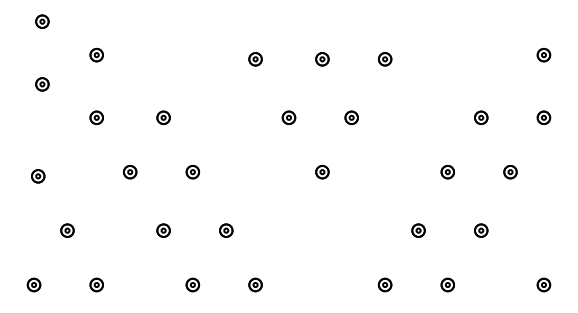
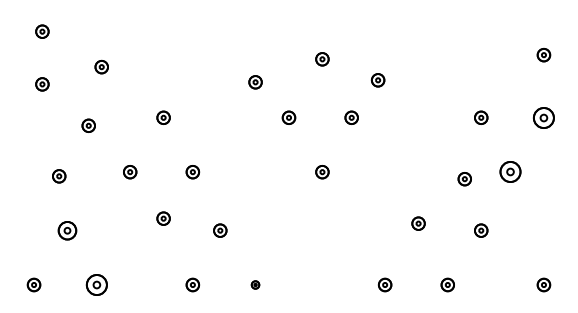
part at (42, 21) position: (42, 21) -> (42, 31)
part at (96, 54) position: (96, 54) -> (101, 66)
part at (255, 59) position: (255, 59) -> (255, 82)
part at (384, 59) position: (384, 59) -> (377, 80)
part at (96, 117) position: (96, 117) -> (88, 125)
part at (543, 117) size: 16x15 px -> 22x22 px
part at (447, 172) position: (447, 172) -> (464, 179)
part at (510, 172) size: 15x15 px -> 23x22 px
part at (38, 176) position: (38, 176) -> (59, 176)
part at (67, 230) size: 15x15 px -> 21x20 px
part at (163, 230) position: (163, 230) -> (163, 218)
part at (226, 230) position: (226, 230) -> (220, 230)
part at (418, 230) position: (418, 230) -> (418, 223)
part at (96, 284) size: 15x16 px -> 23x22 px
part at (255, 284) size: 15x16 px -> 11x10 px
